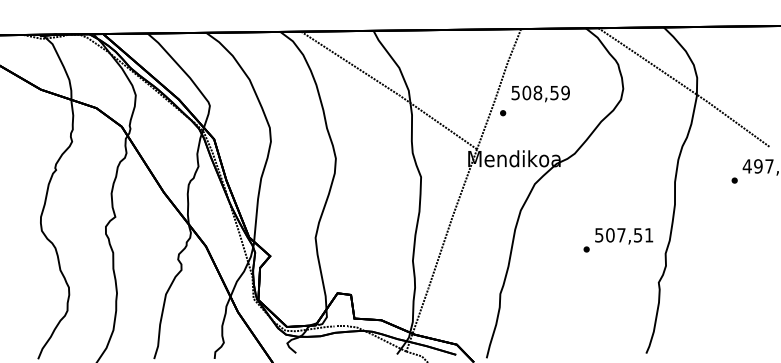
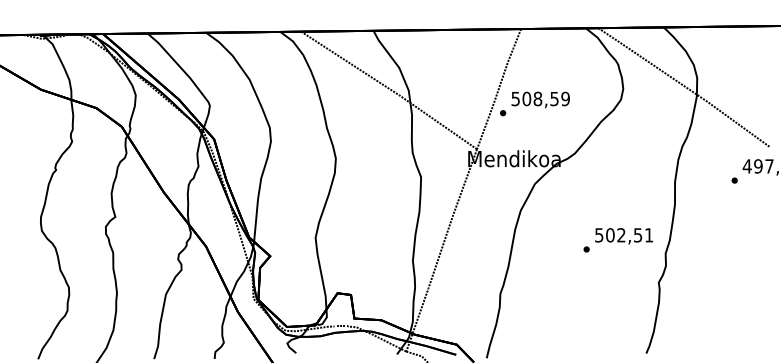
text at (540, 93) position: (540, 93) -> (540, 99)
text at (621, 235): 507,51 -> 502,51
